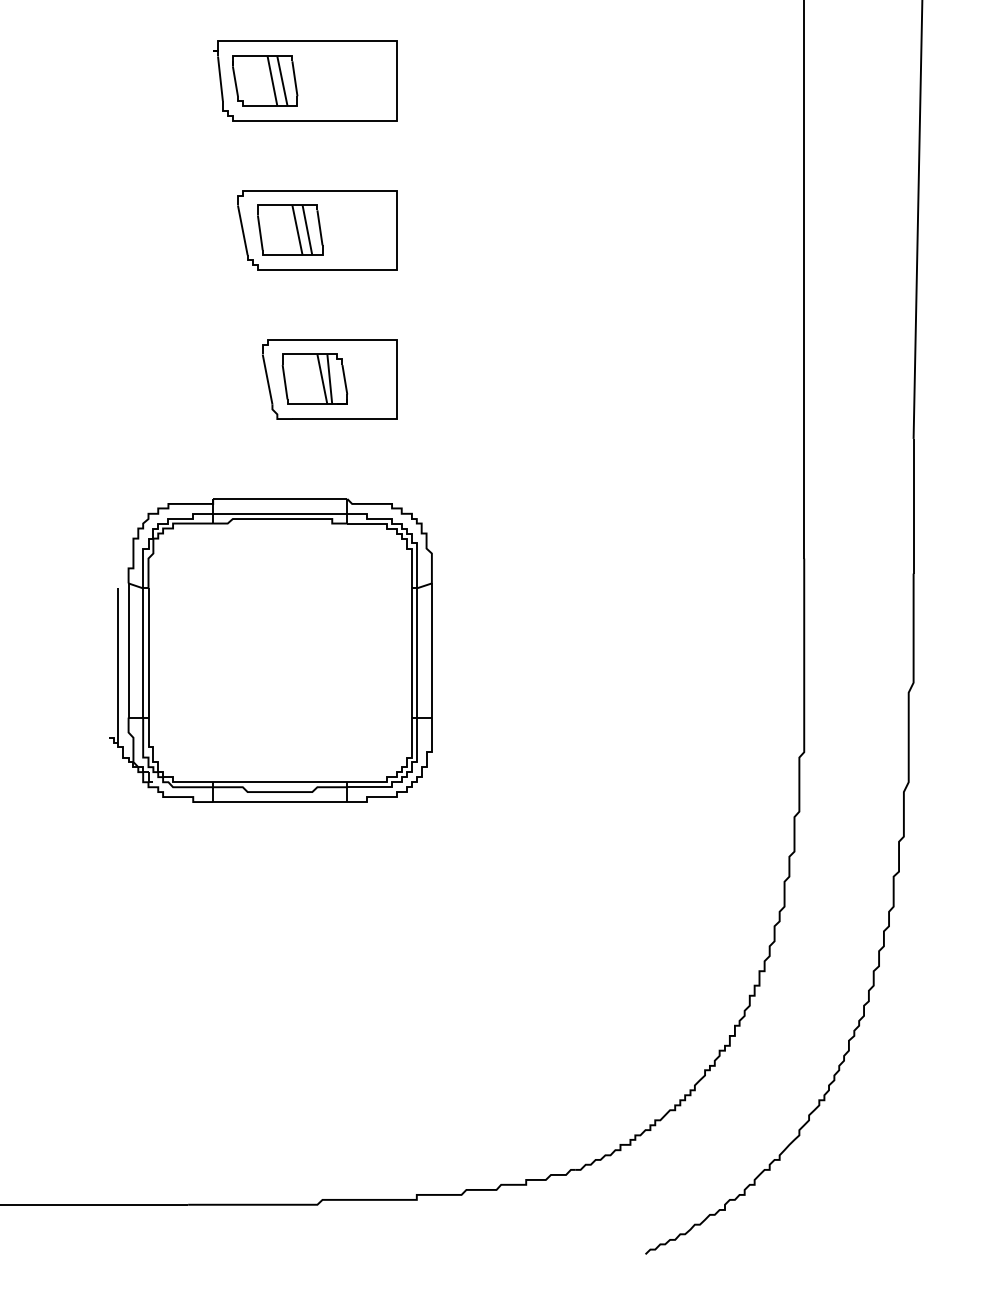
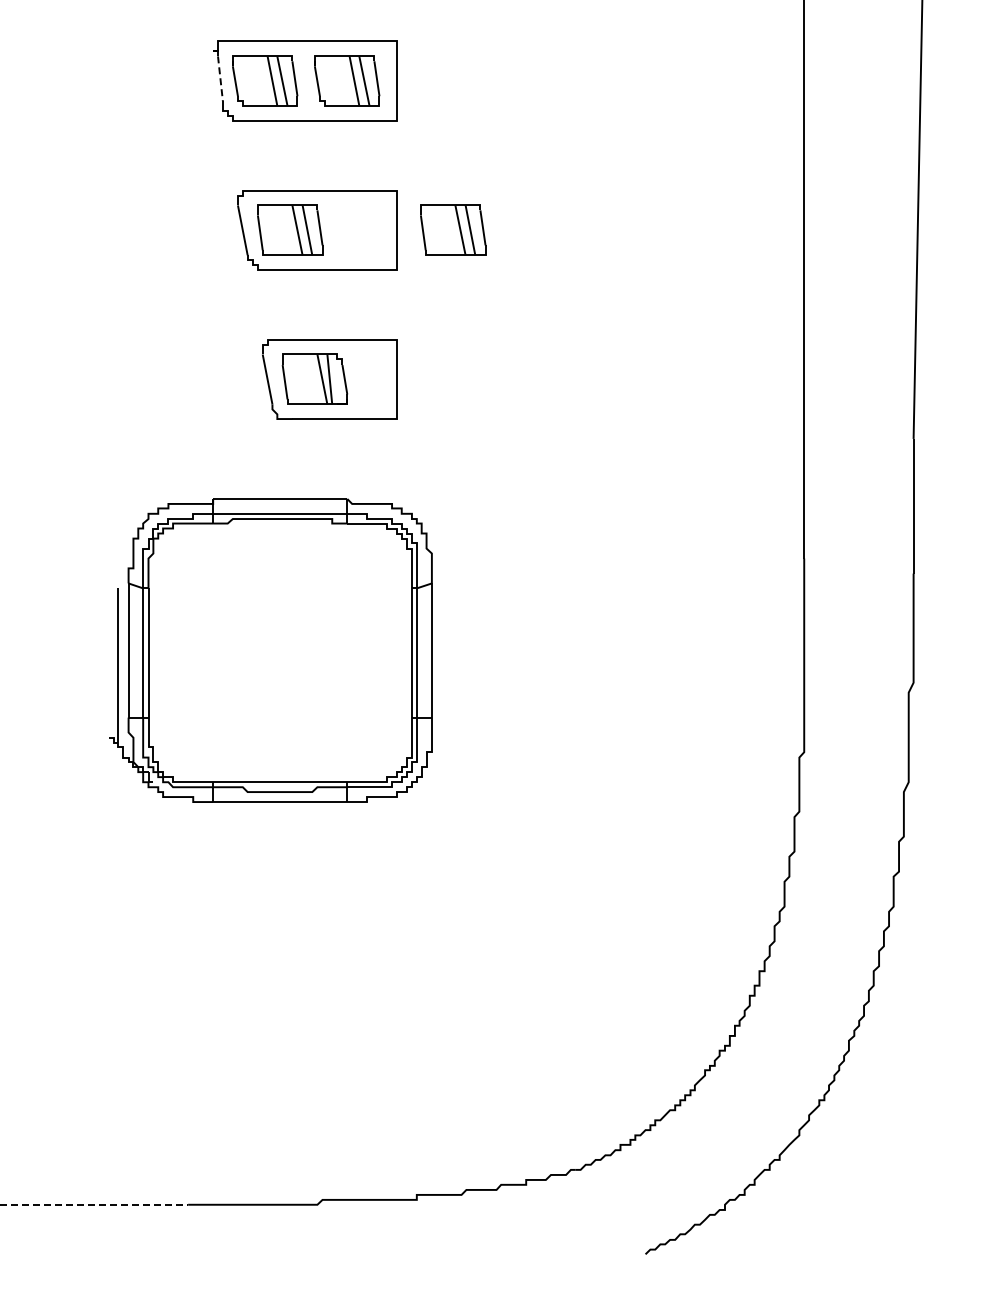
line at (220, 79): solid -> dashed
part at (347, 80): none -> present
part at (453, 229): none -> present
line at (94, 1204): solid -> dashed
